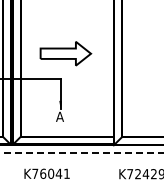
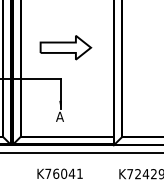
part at (65, 53) position: (65, 53) -> (65, 47)
line at (81, 152): dashed -> solid
text at (46, 173) position: (46, 173) -> (59, 173)
